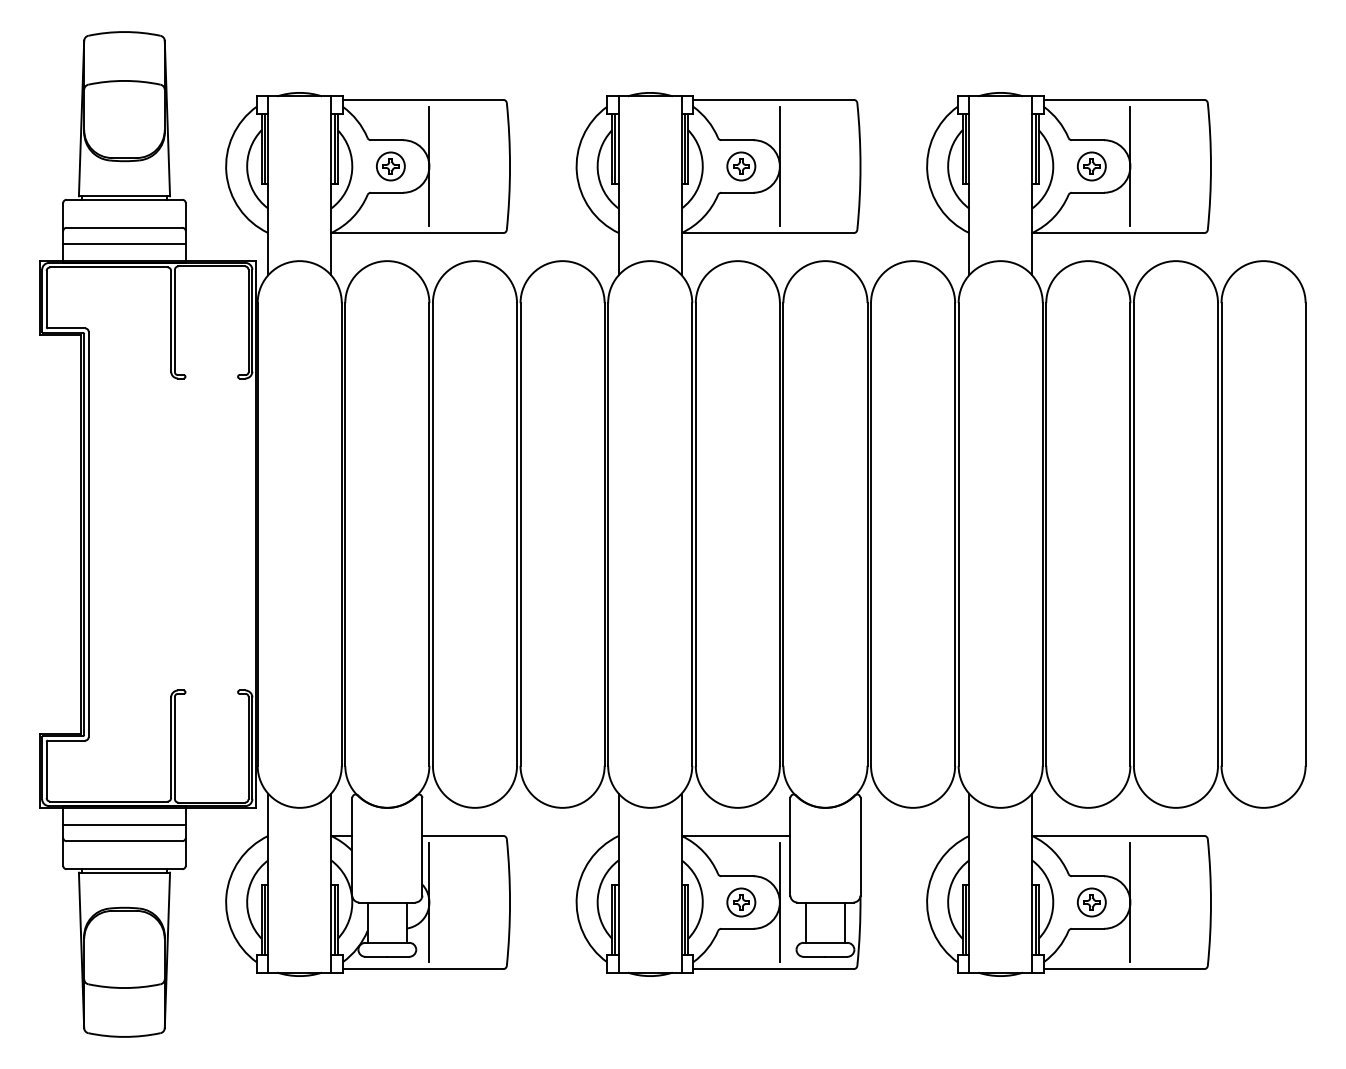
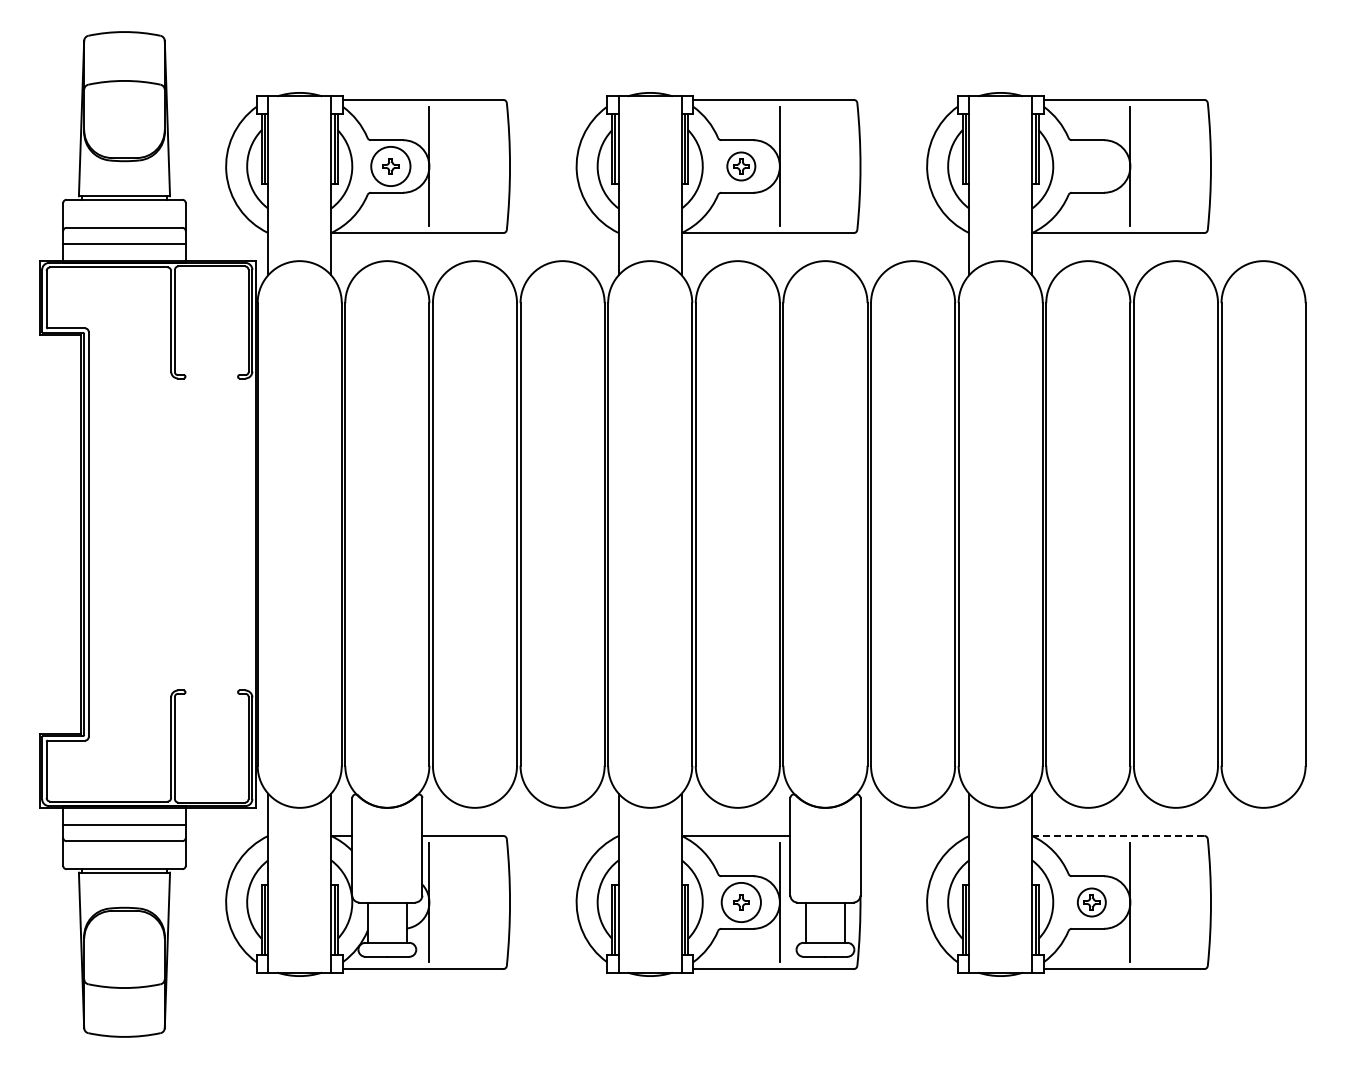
circle at (390, 166) diameter: 28 px -> 39 px
part at (1091, 166): present -> none
line at (1118, 835): solid -> dashed
circle at (741, 902) diameter: 28 px -> 39 px
